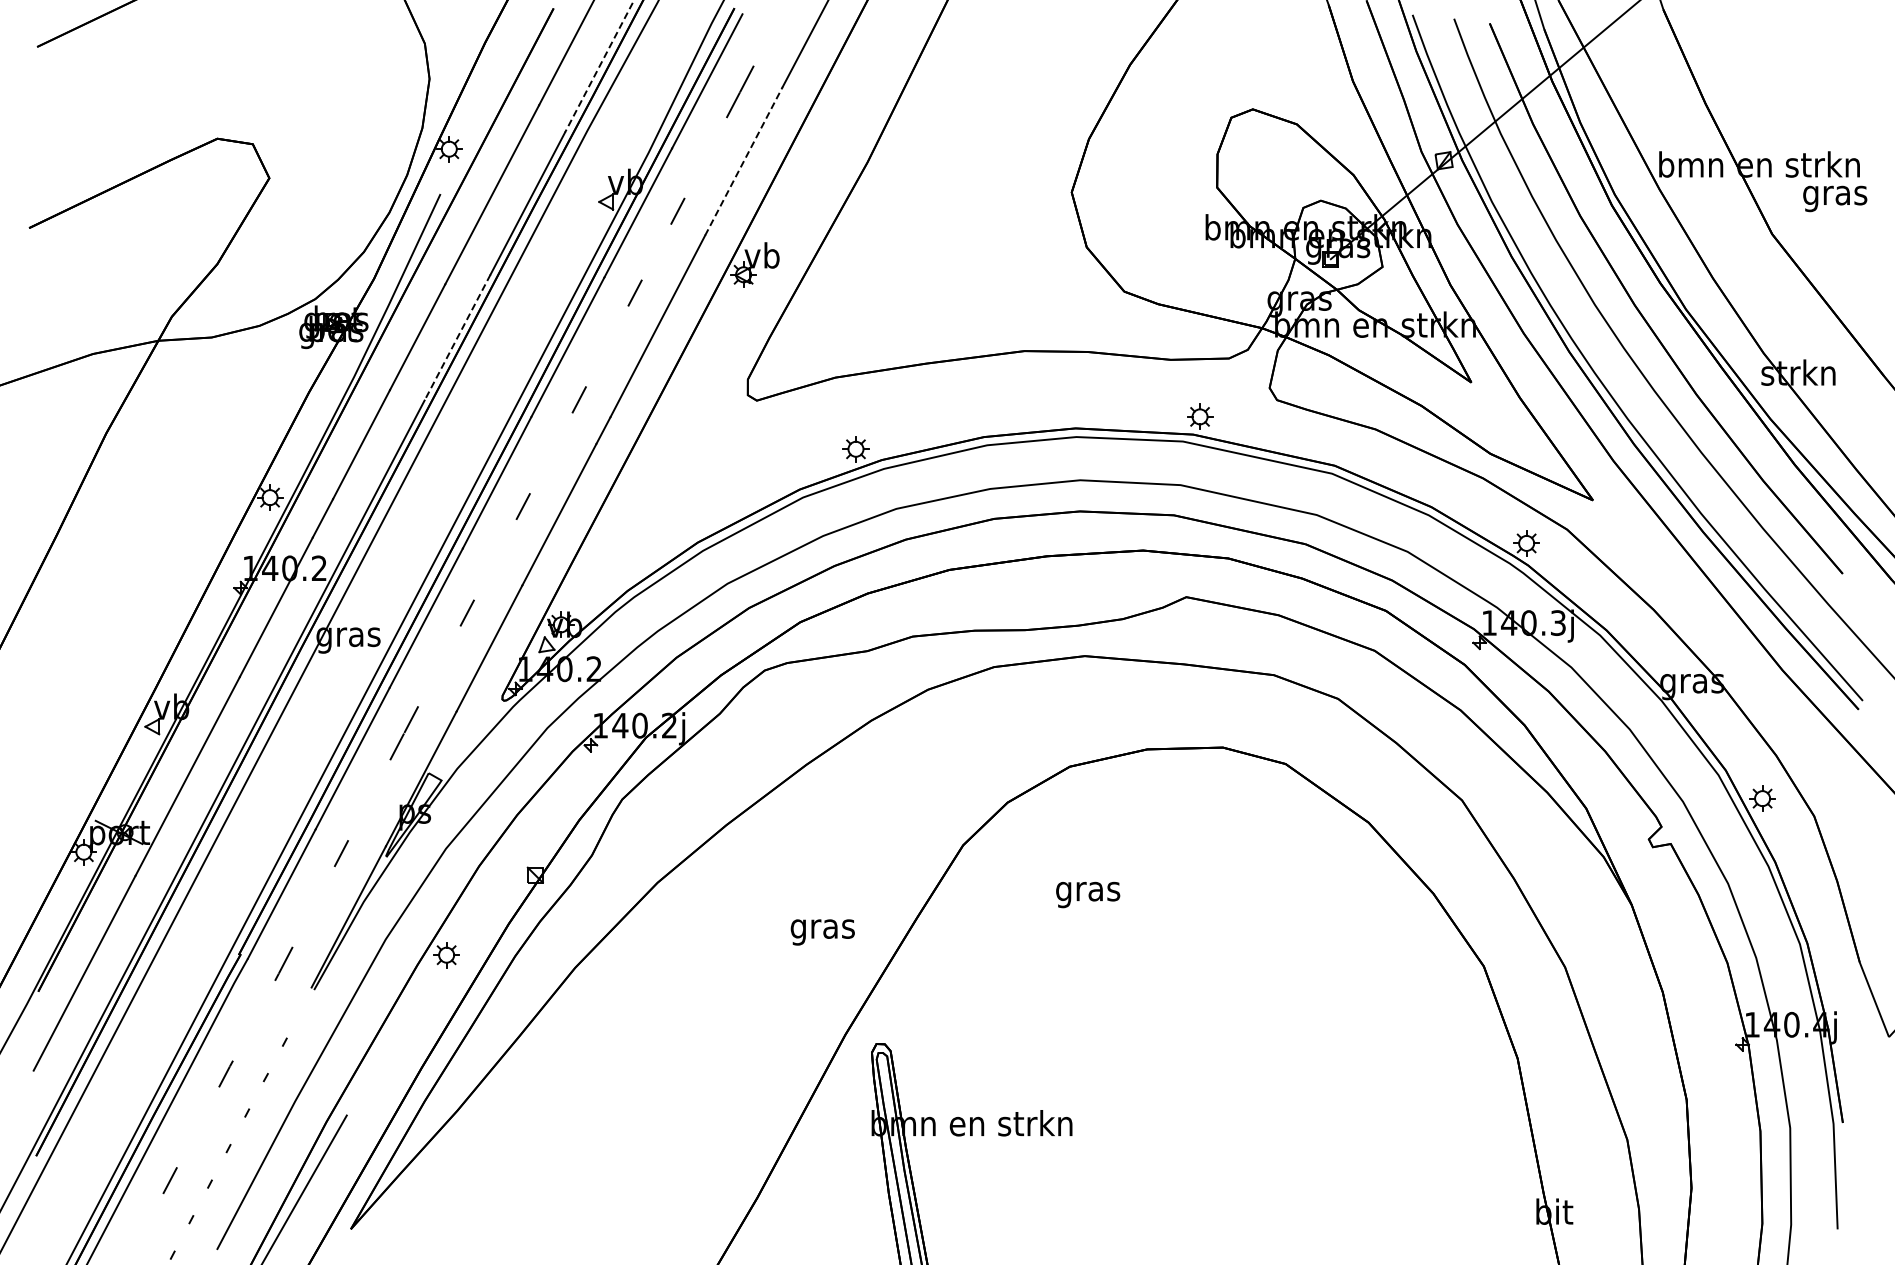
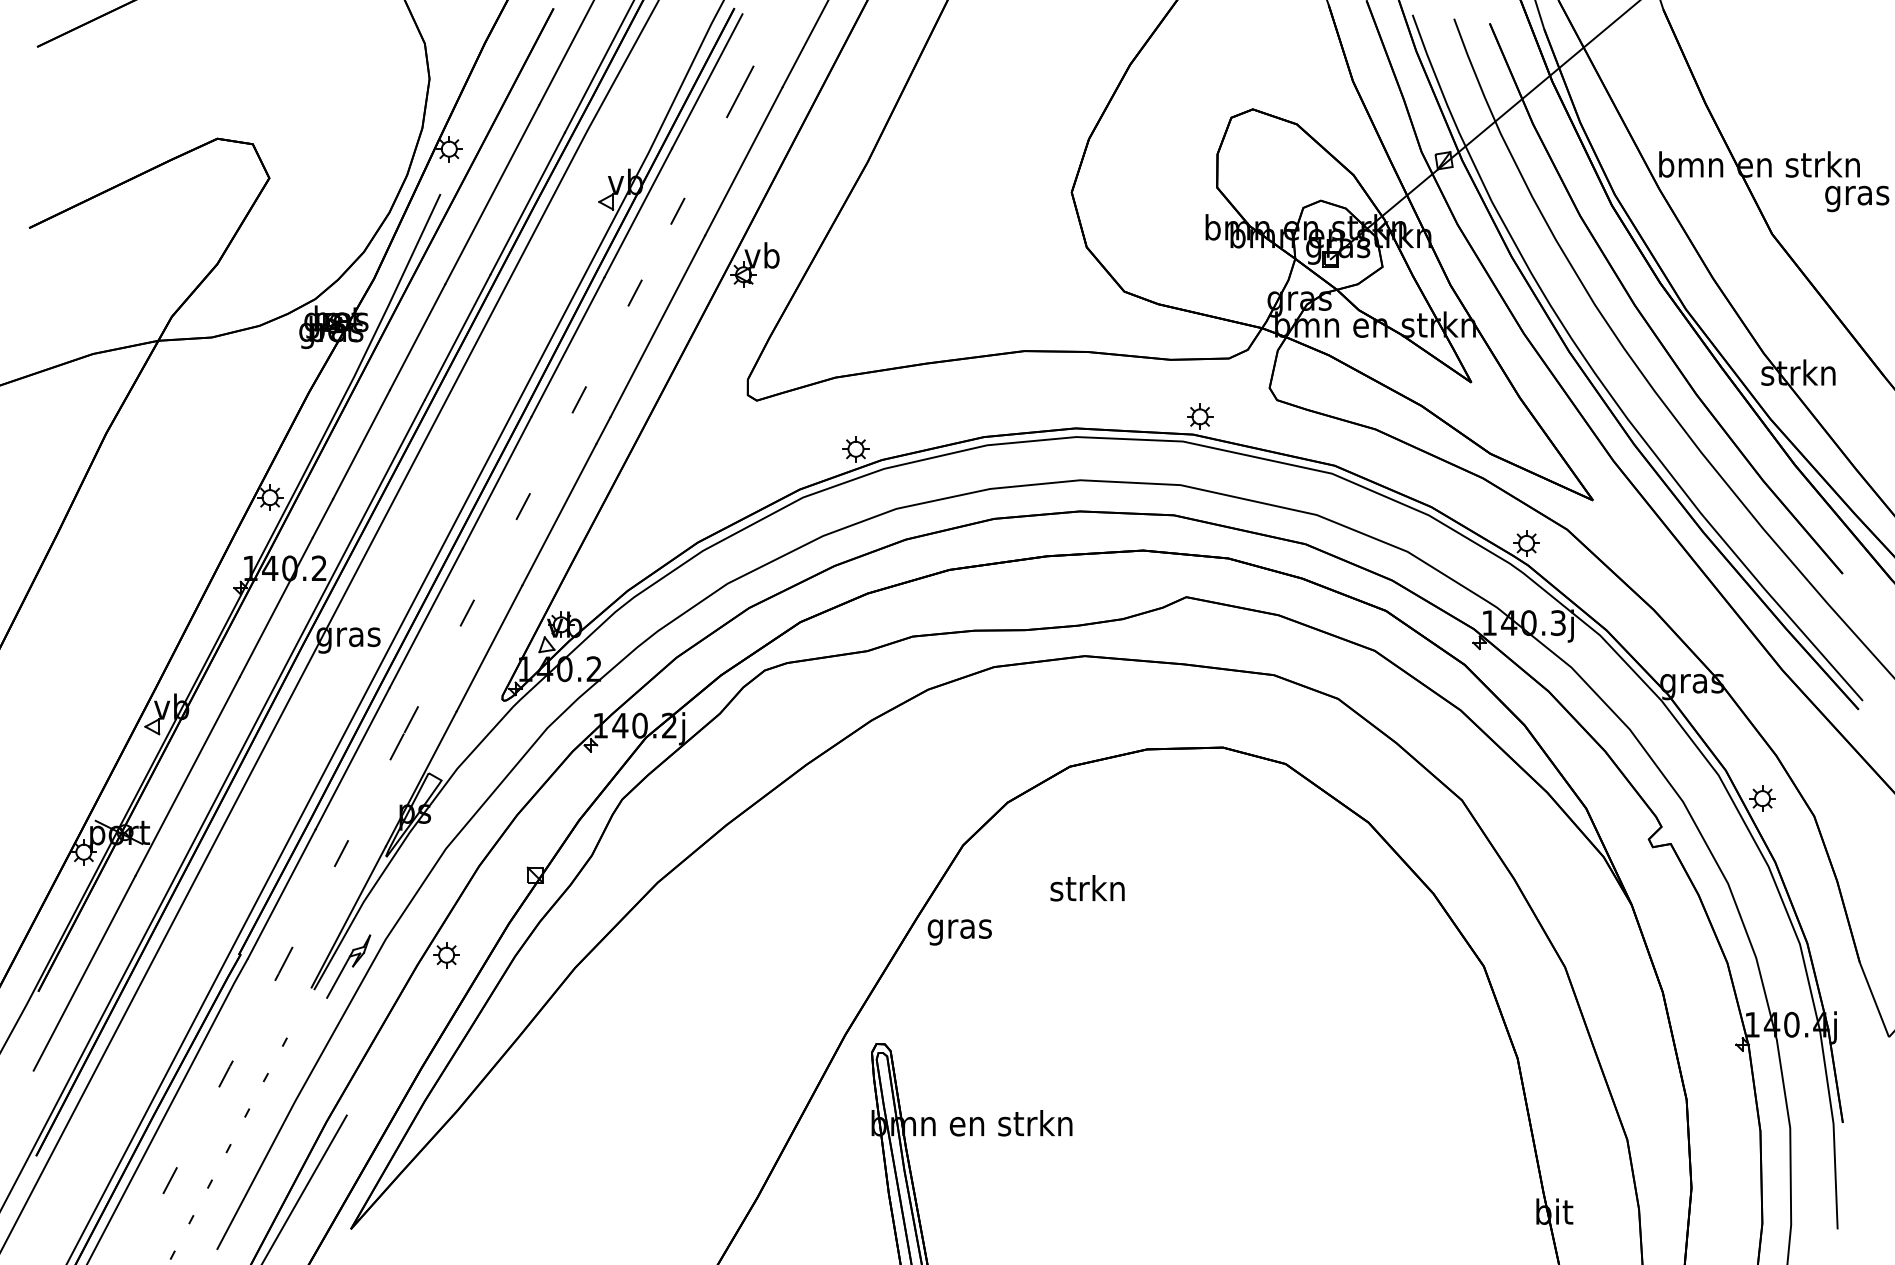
line at (599, 66): dashed -> solid
line at (743, 161): dashed -> solid
text at (1835, 198) position: (1835, 198) -> (1857, 198)
line at (457, 337): dashed -> solid
text at (1087, 891): gras -> strkn
text at (822, 932) position: (822, 932) -> (959, 932)
part at (348, 966): none -> present
